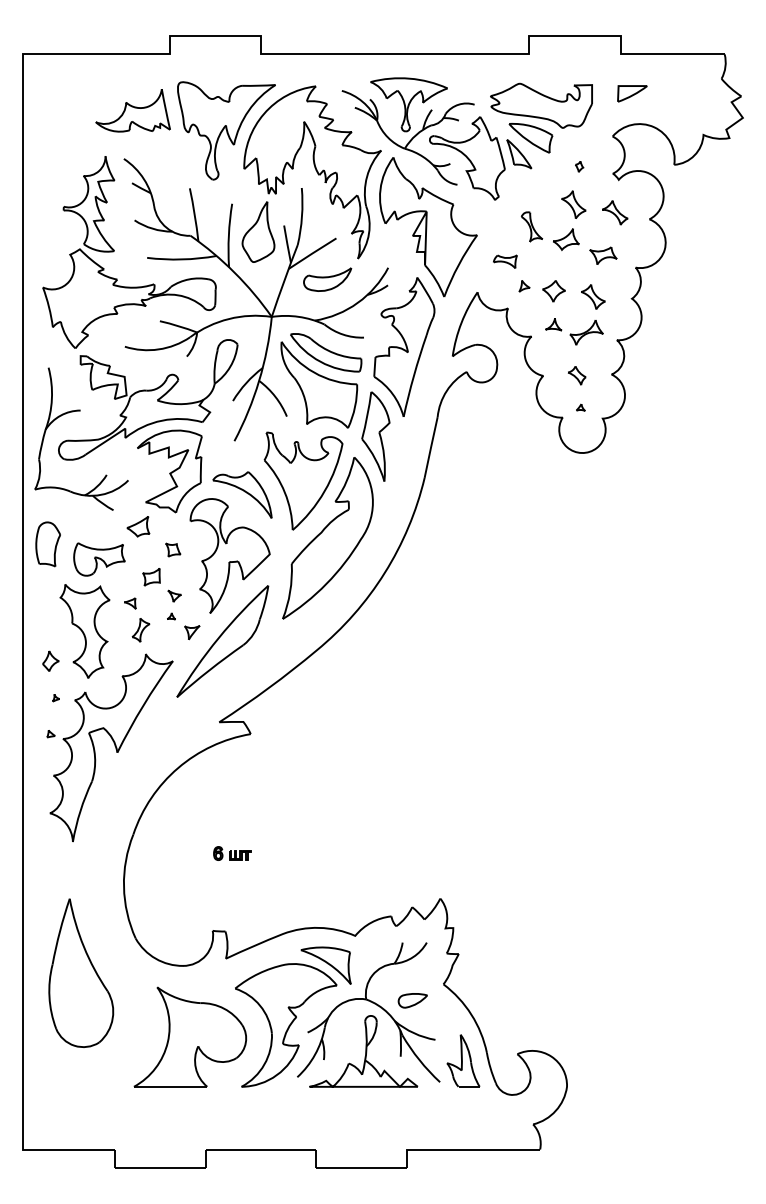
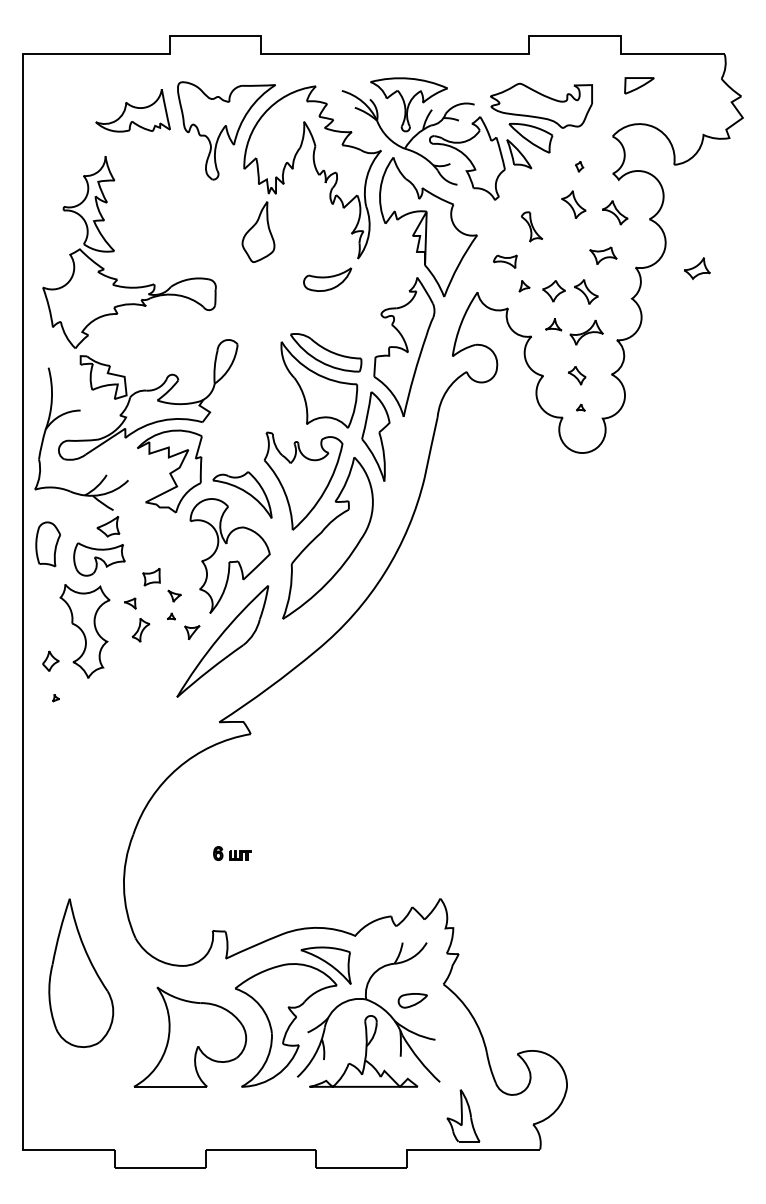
part at (632, 93) position: (632, 93) -> (639, 85)
part at (566, 239) position: (566, 239) -> (697, 268)
part at (593, 296) position: (593, 296) -> (586, 291)
part at (255, 299): present -> none
part at (138, 526) position: (138, 526) -> (108, 526)
part at (173, 549): present -> none
part at (109, 747): present -> none
part at (463, 1060) position: (463, 1060) -> (463, 1115)
